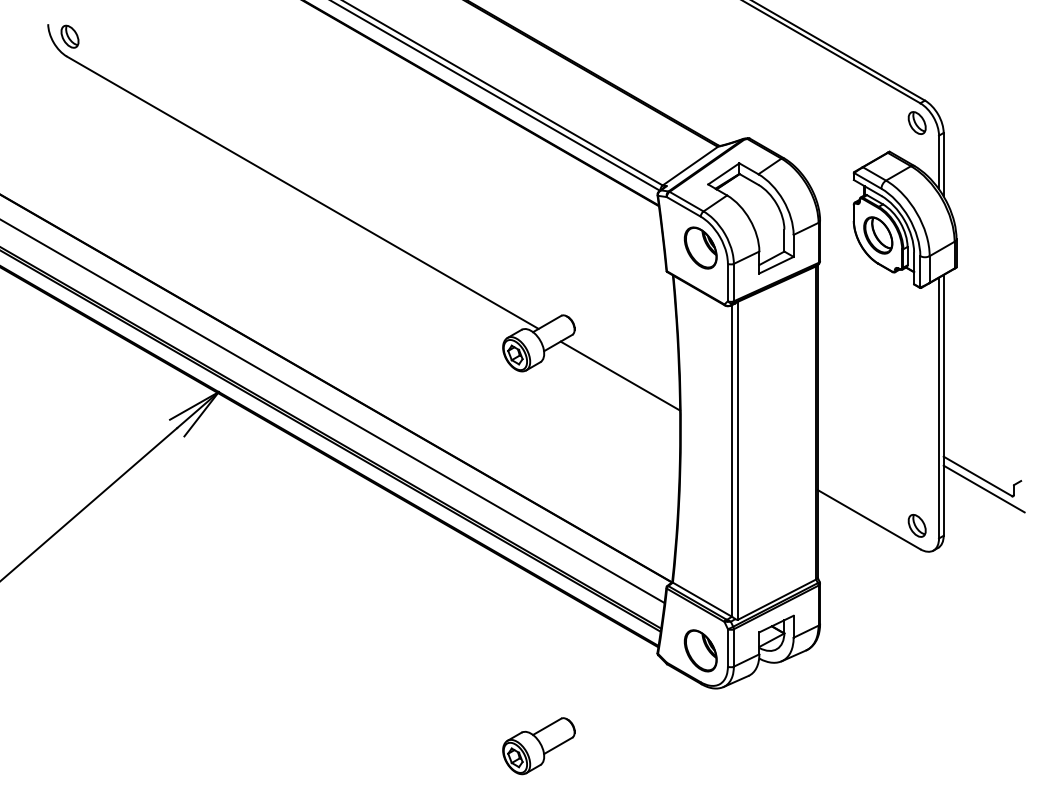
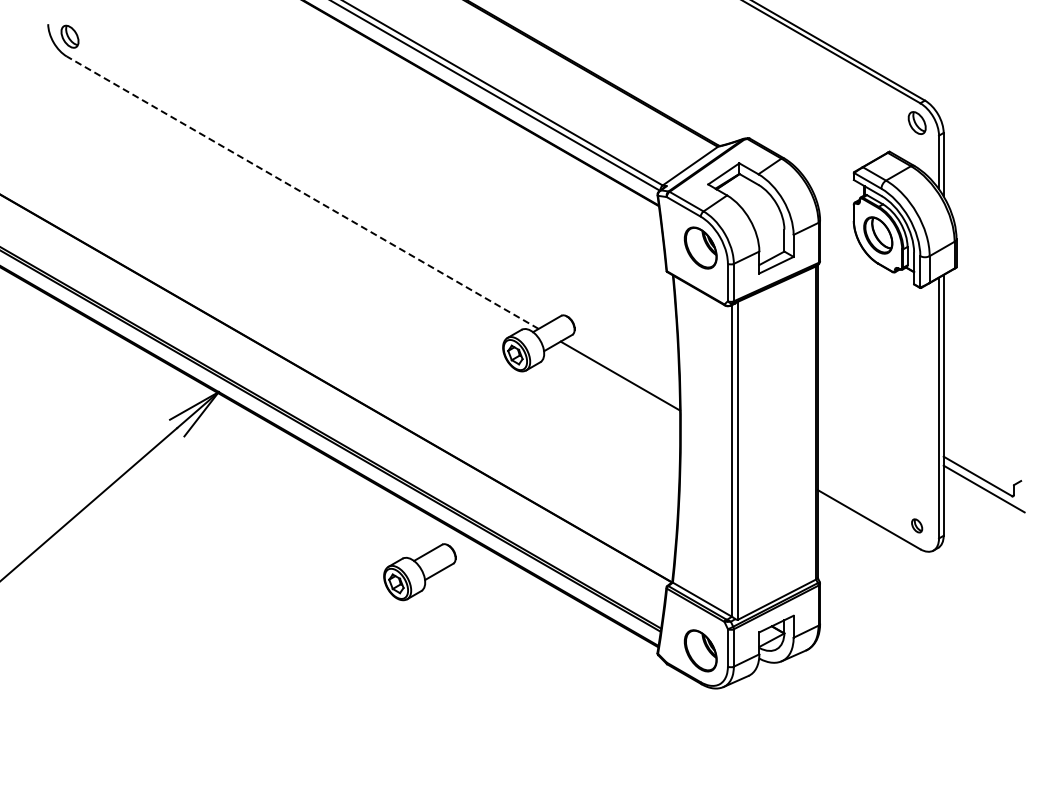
line at (302, 192): solid -> dashed
line at (333, 411): present -> none
part at (916, 525) size: 20x24 px -> 13x16 px
part at (538, 746) position: (538, 746) -> (419, 572)
